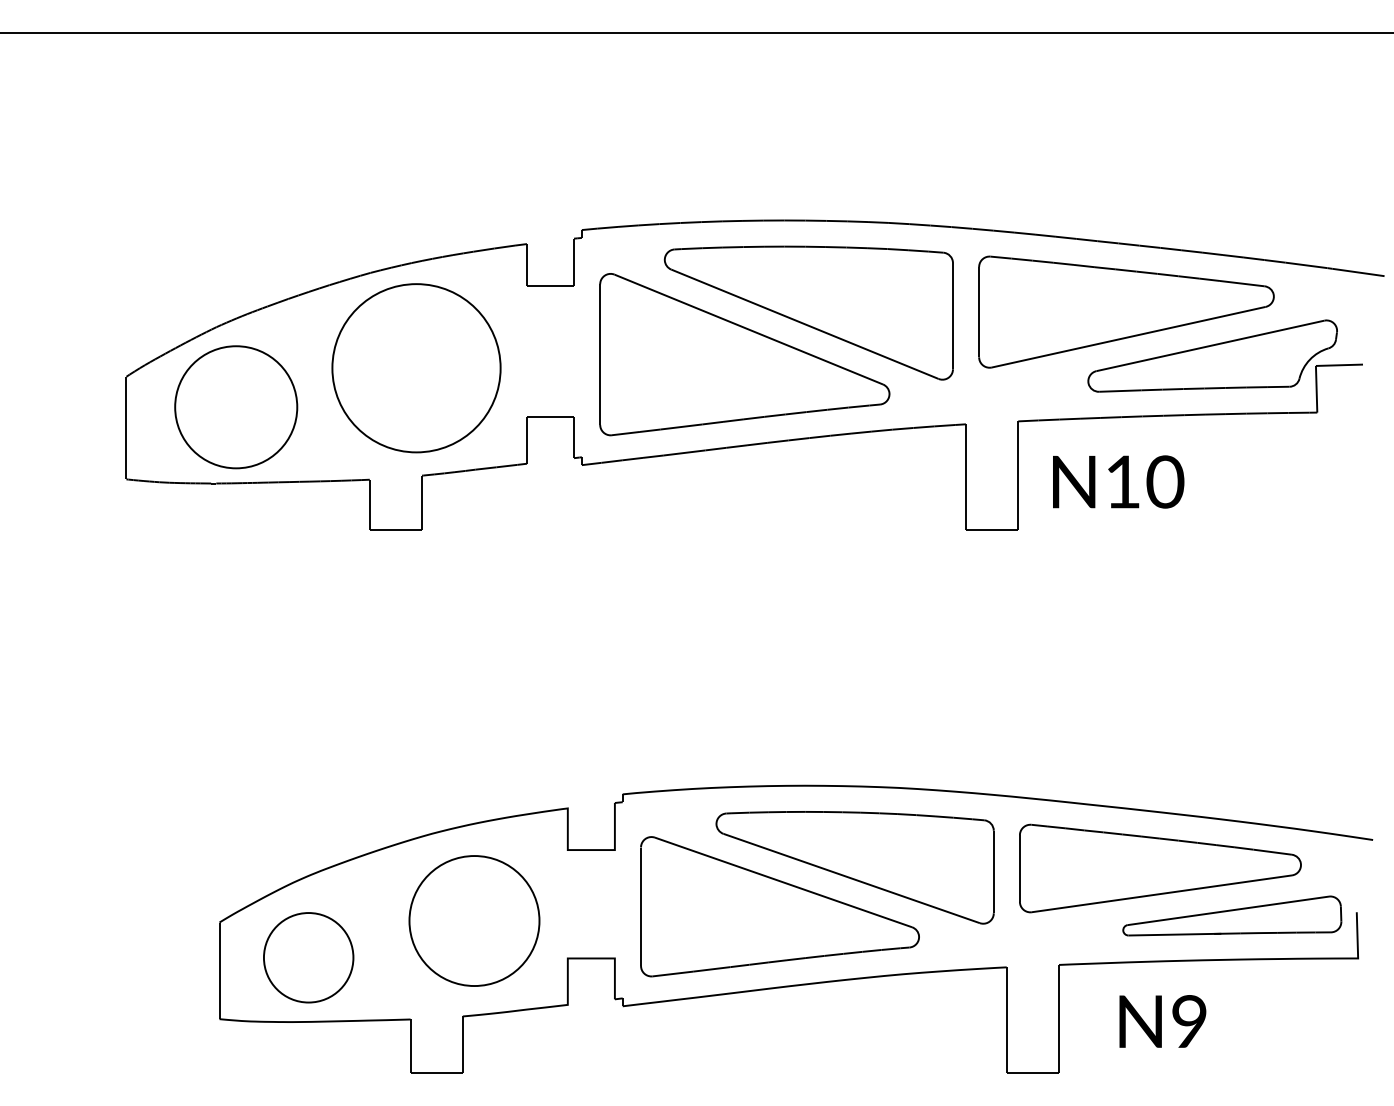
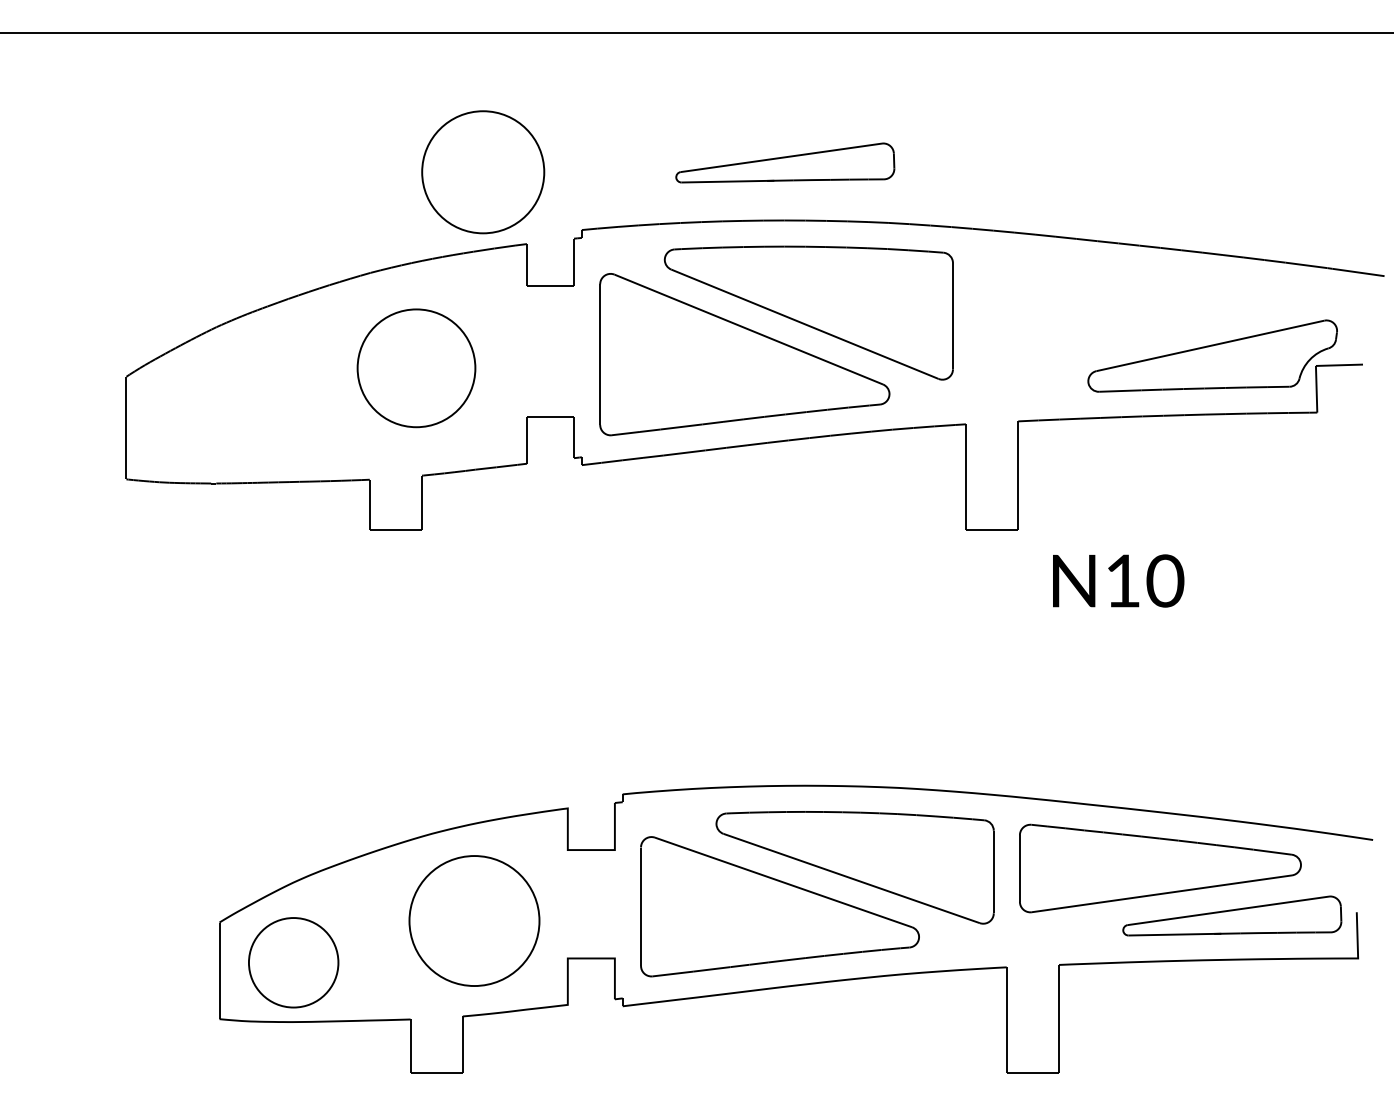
part at (785, 162): none -> present
part at (1126, 311): present -> none
part at (416, 368) size: 171x171 px -> 121x121 px
part at (236, 407) position: (236, 407) -> (483, 172)
part at (1118, 481) position: (1118, 481) -> (1118, 580)
part at (308, 957) position: (308, 957) -> (293, 962)
part at (1162, 1021): present -> none
